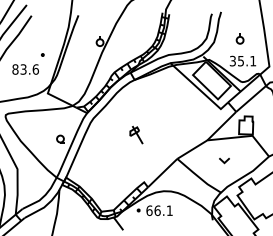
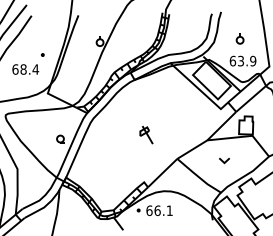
text at (242, 60): 35.1 -> 63.9
text at (25, 69): 83.6 -> 68.4
part at (136, 134) position: (136, 134) -> (146, 134)
